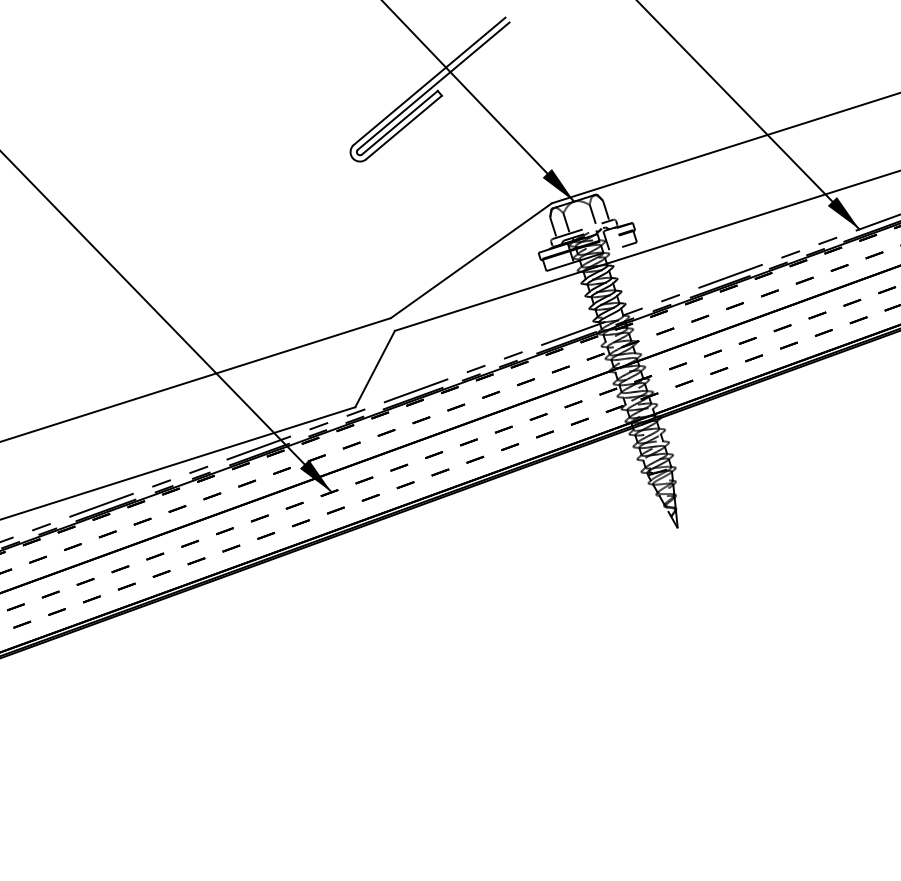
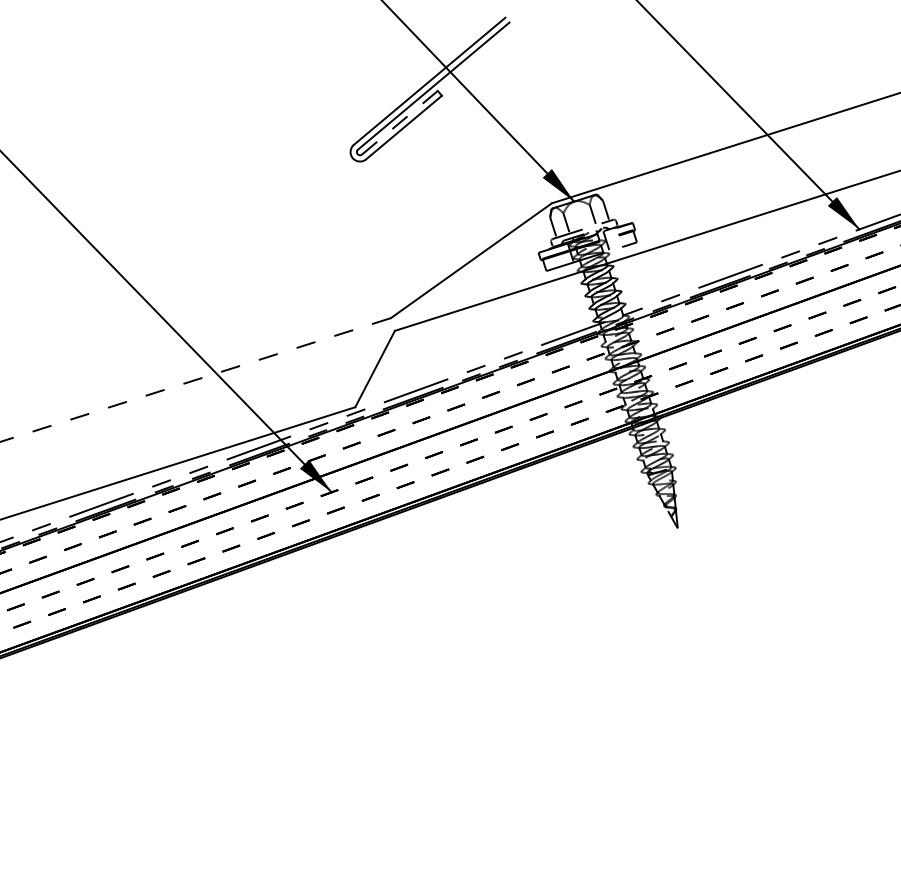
line at (400, 122): solid -> dashed
line at (195, 380): solid -> dashed
